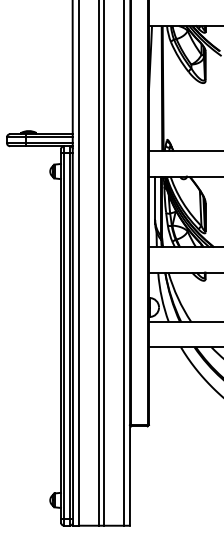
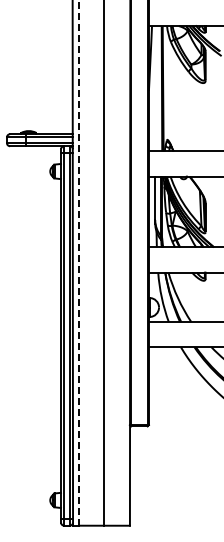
line at (79, 263): solid -> dashed
line at (98, 263): present -> none
line at (123, 263): present -> none
